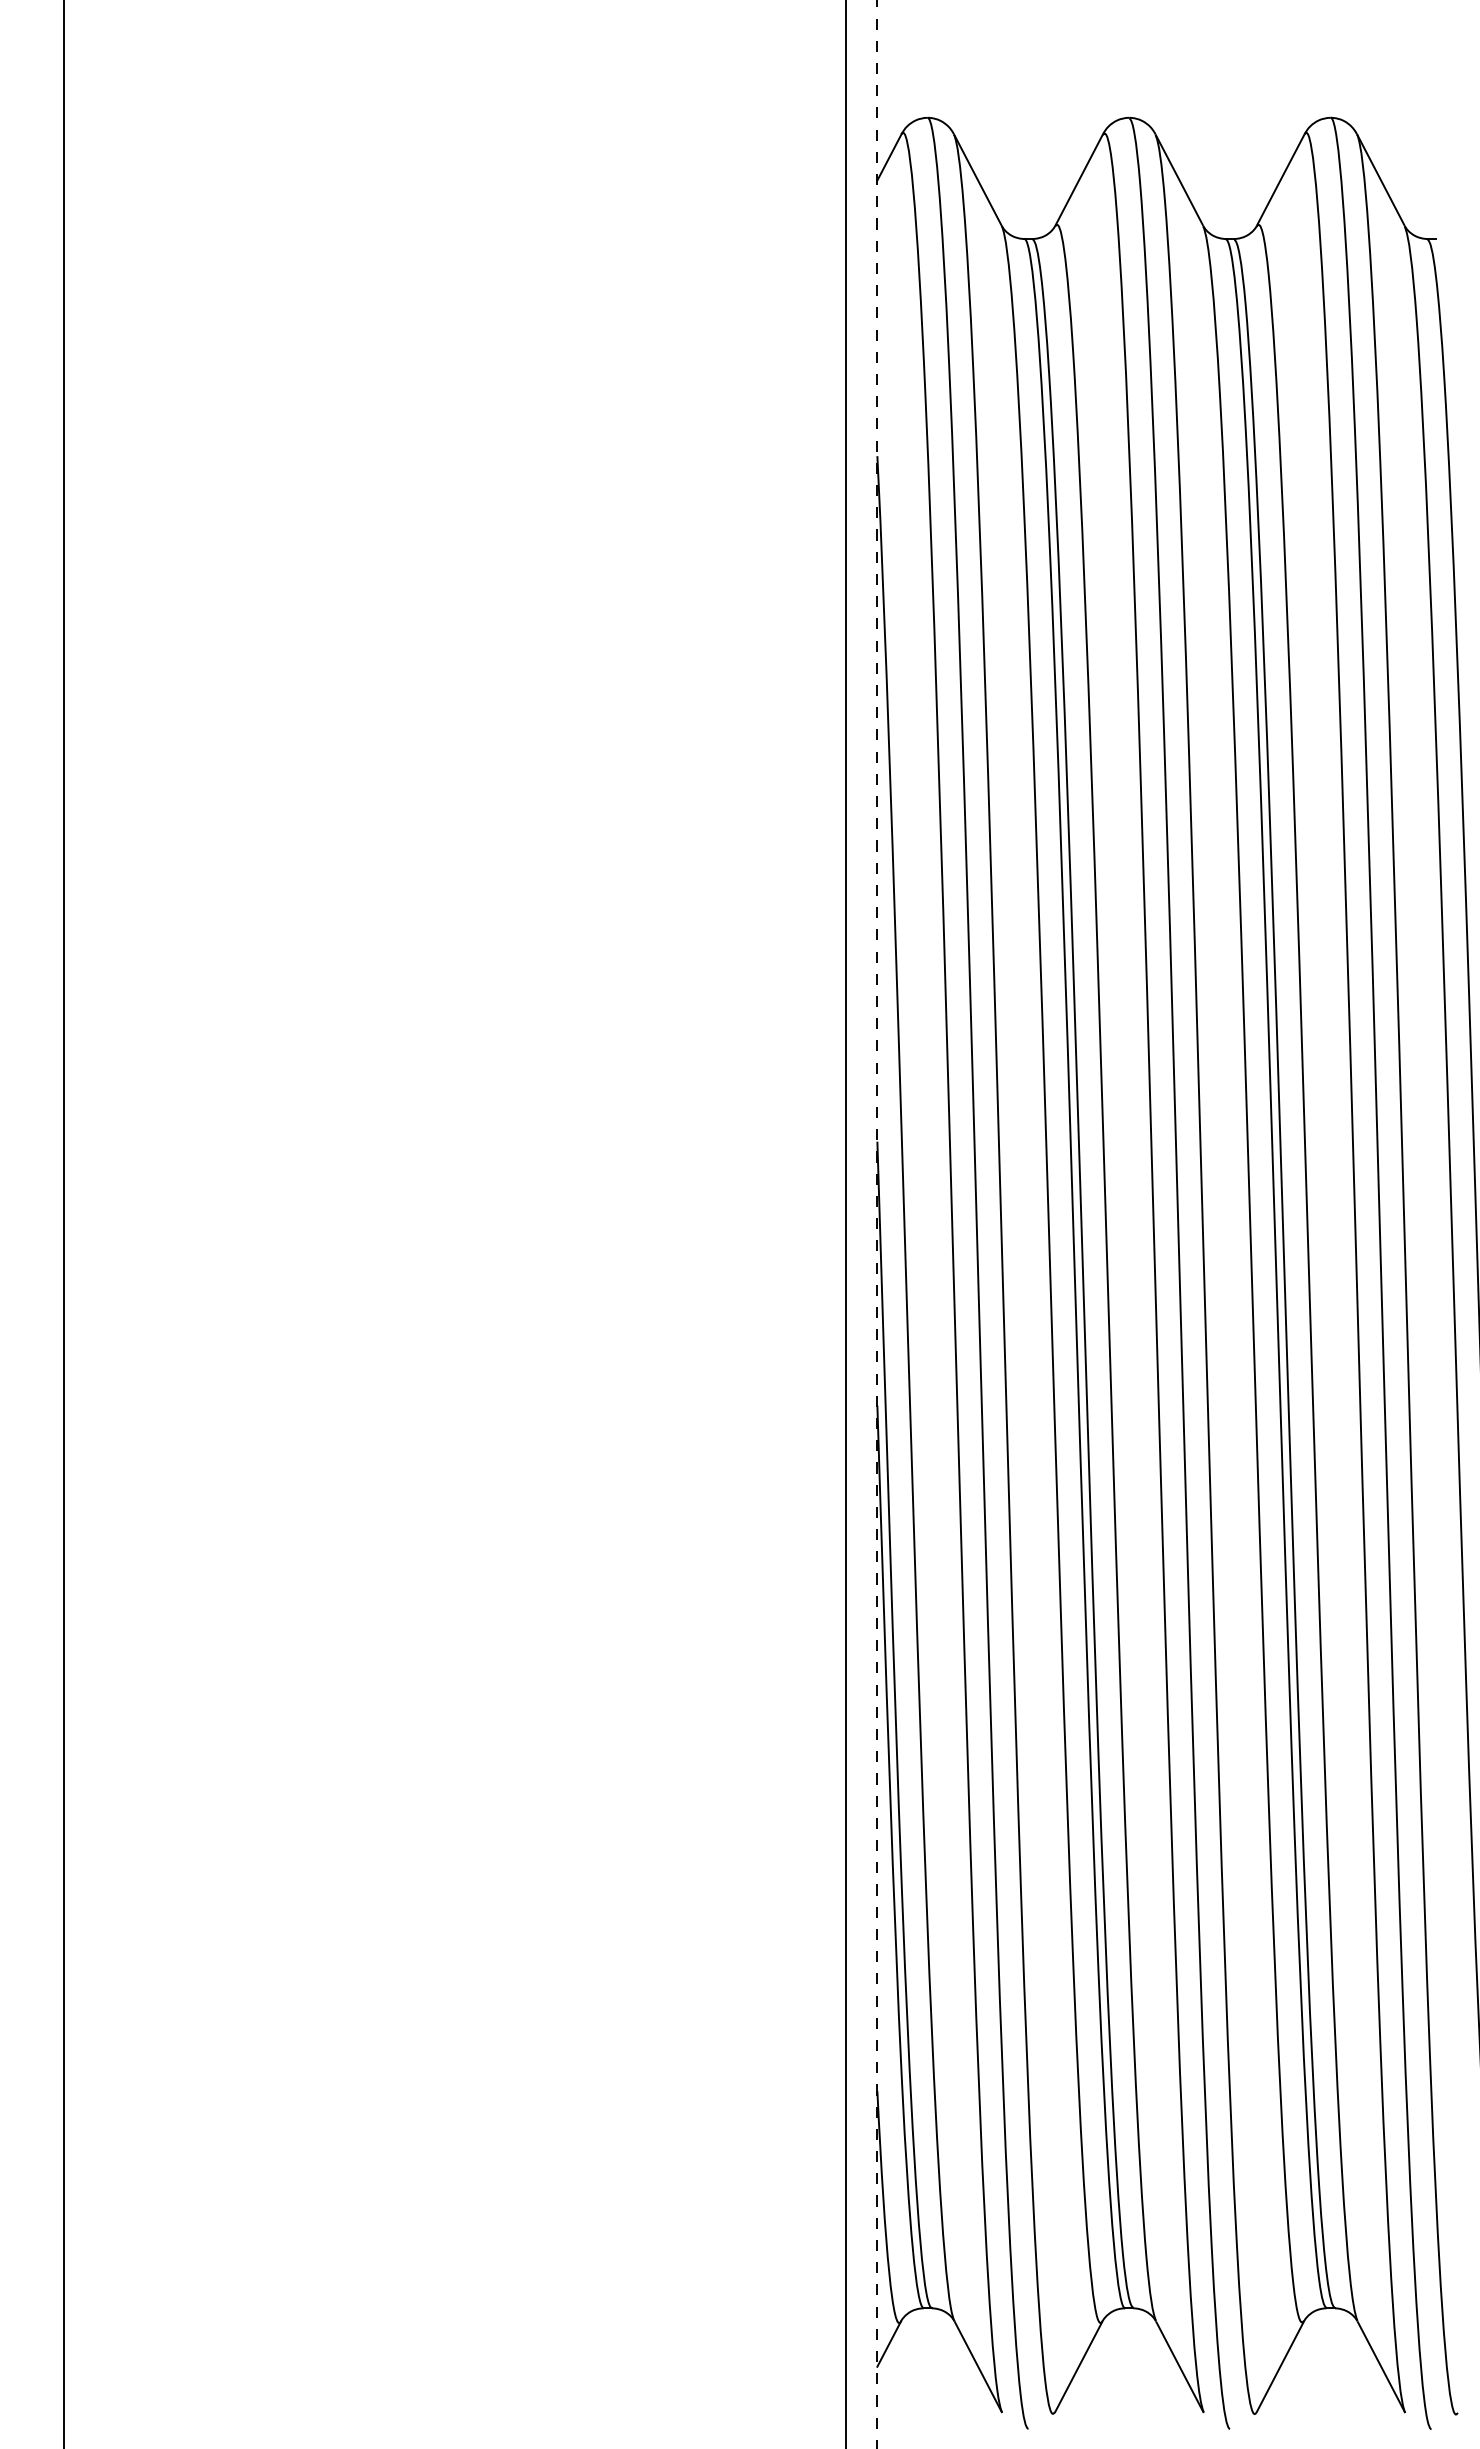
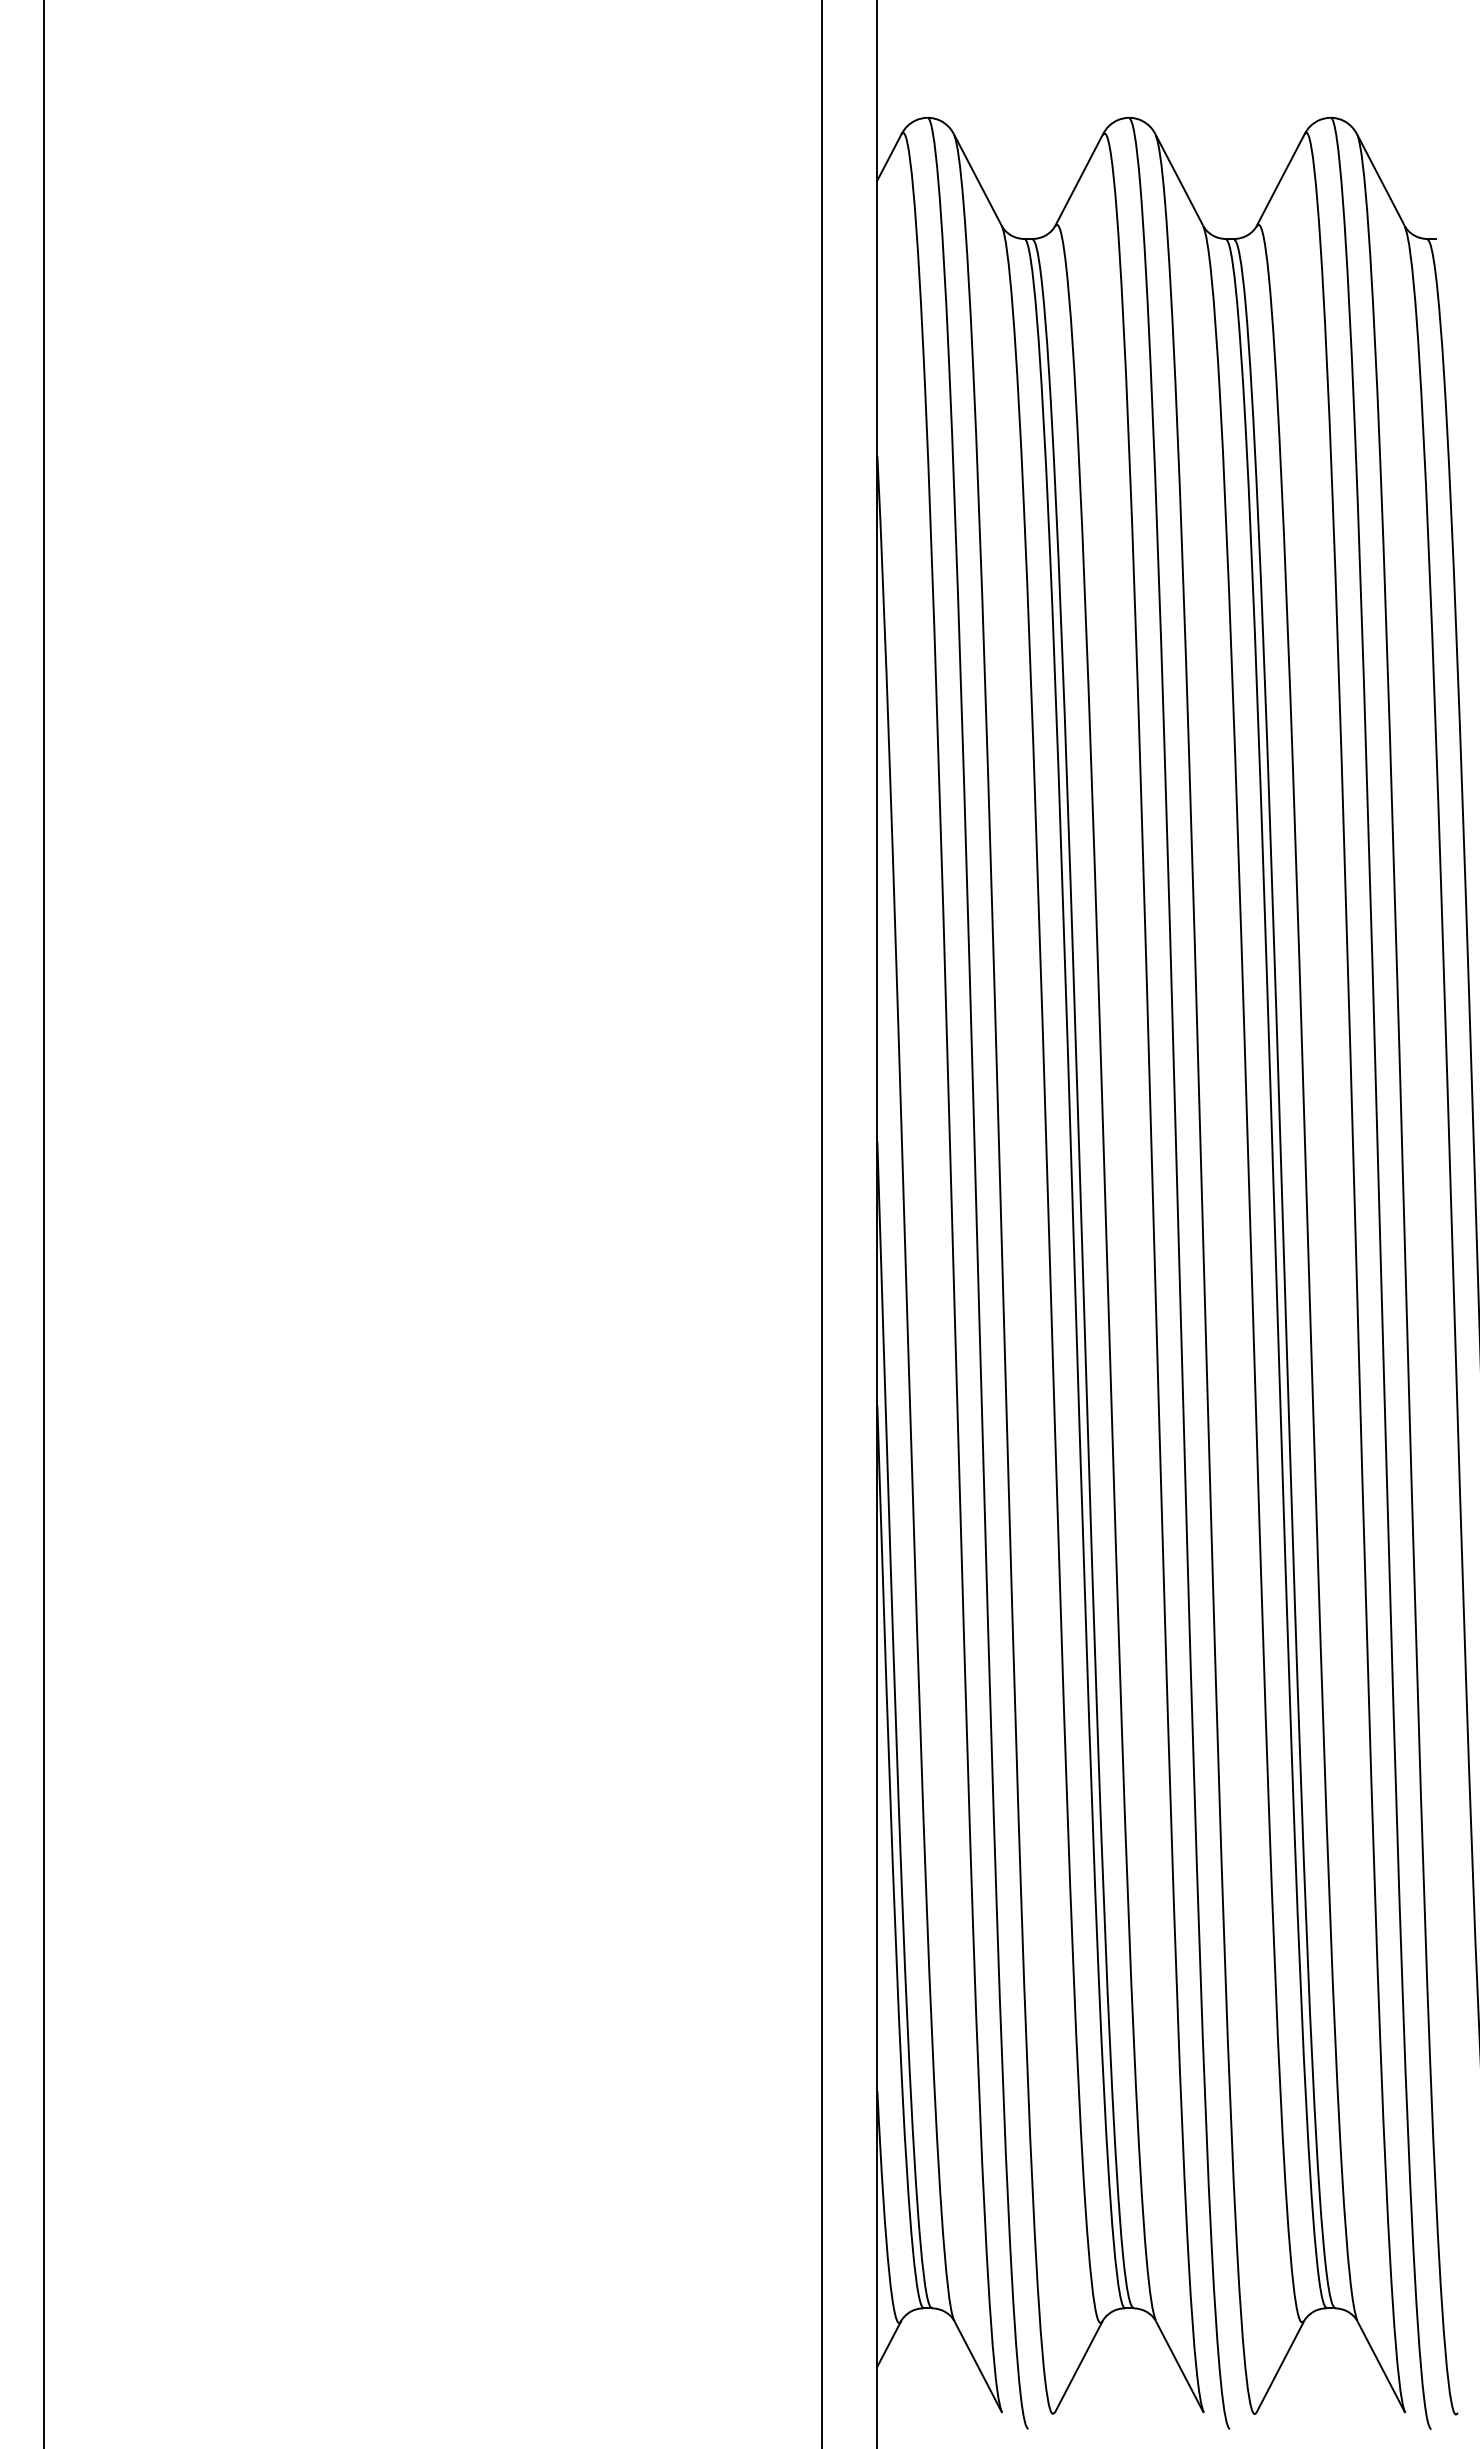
line at (64, 1223) position: (64, 1223) -> (44, 1223)
line at (845, 1223) position: (845, 1223) -> (821, 1223)
line at (877, 1225): dashed -> solid
